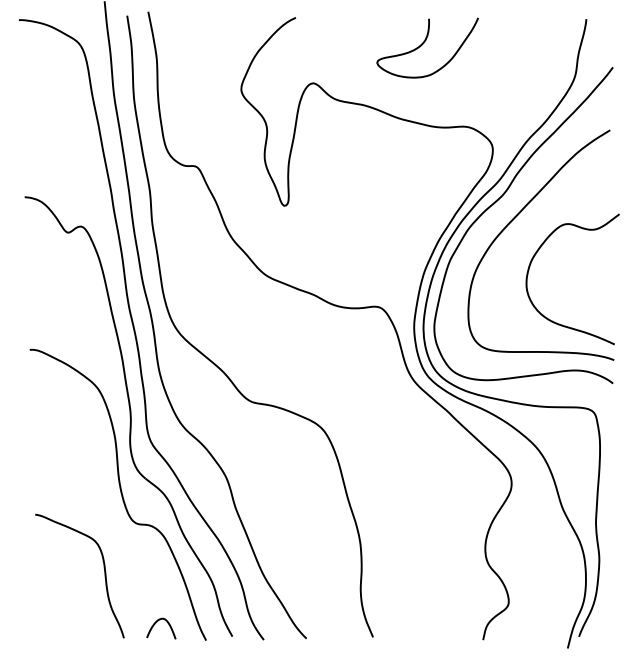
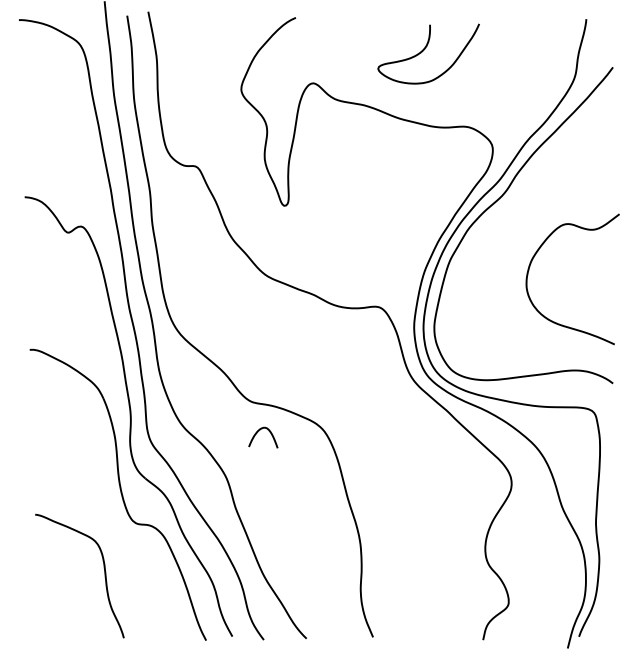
curve at (424, 43) position: (424, 43) -> (425, 49)
curve at (515, 218): present -> none
curve at (156, 623) position: (156, 623) -> (258, 432)
